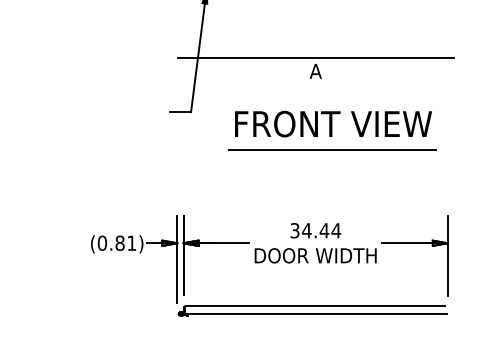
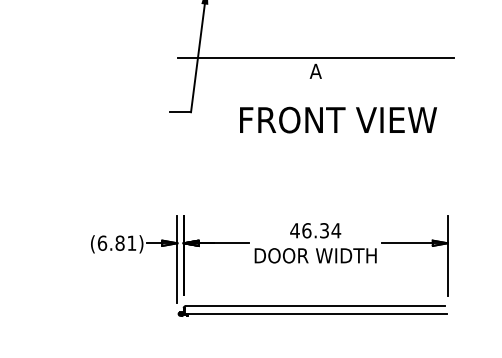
text at (333, 123) position: (333, 123) -> (338, 119)
line at (332, 149): present -> none
text at (309, 230): 34.44 -> 46.34
text at (102, 242): (0.81) -> (6.81)
